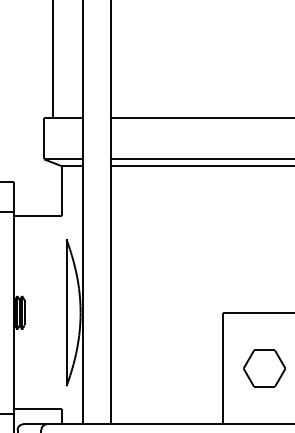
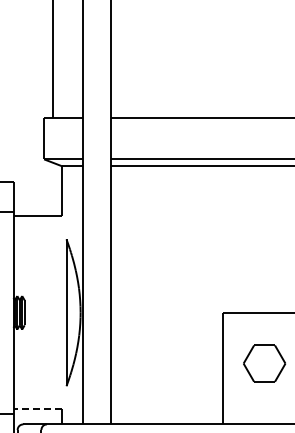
part at (264, 368) position: (264, 368) -> (264, 363)
line at (37, 409): solid -> dashed
